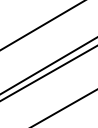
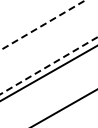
line at (42, 25): solid -> dashed
line at (49, 65): solid -> dashed
